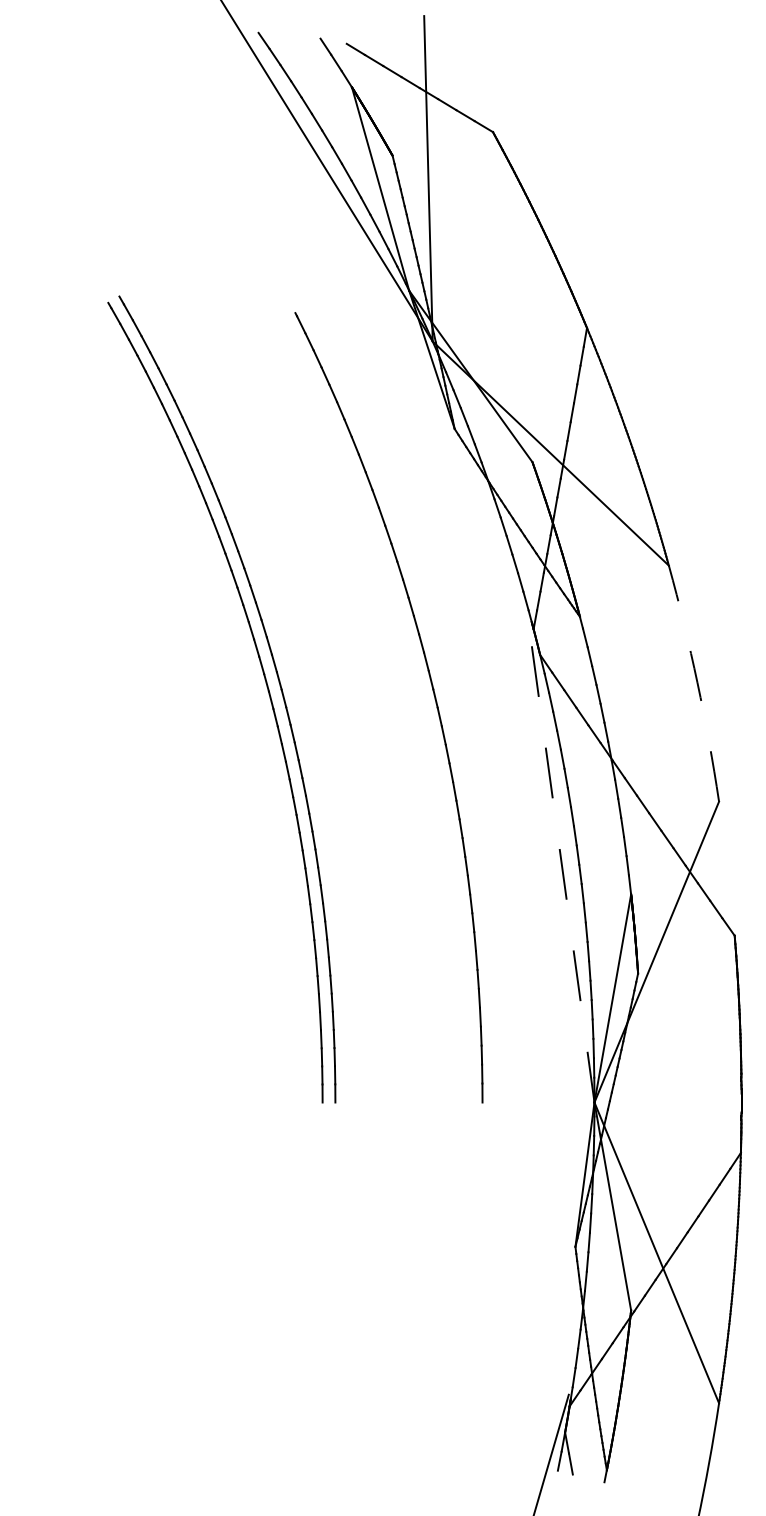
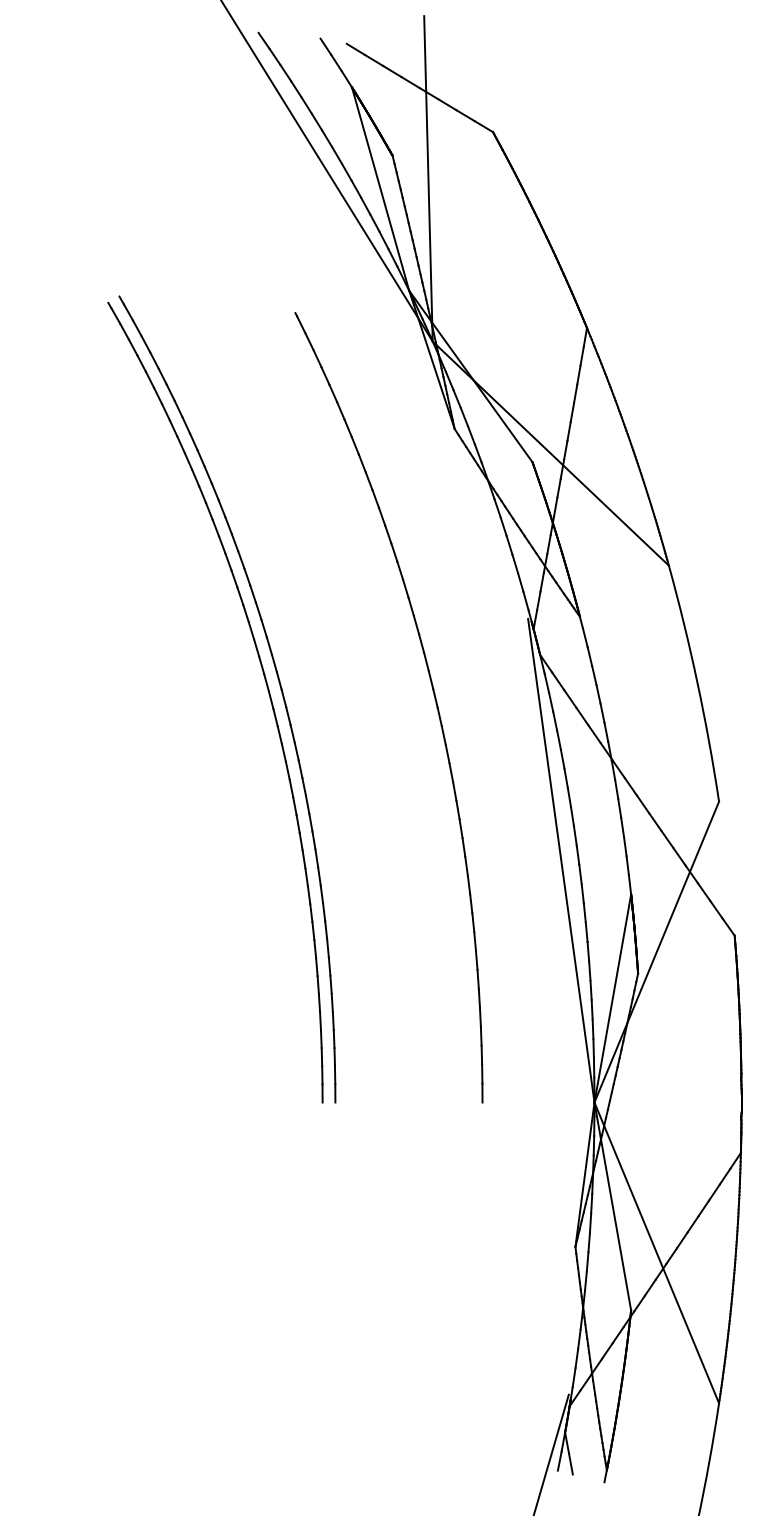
arc at (697, 682): dashed -> solid
line at (561, 860): dashed -> solid
